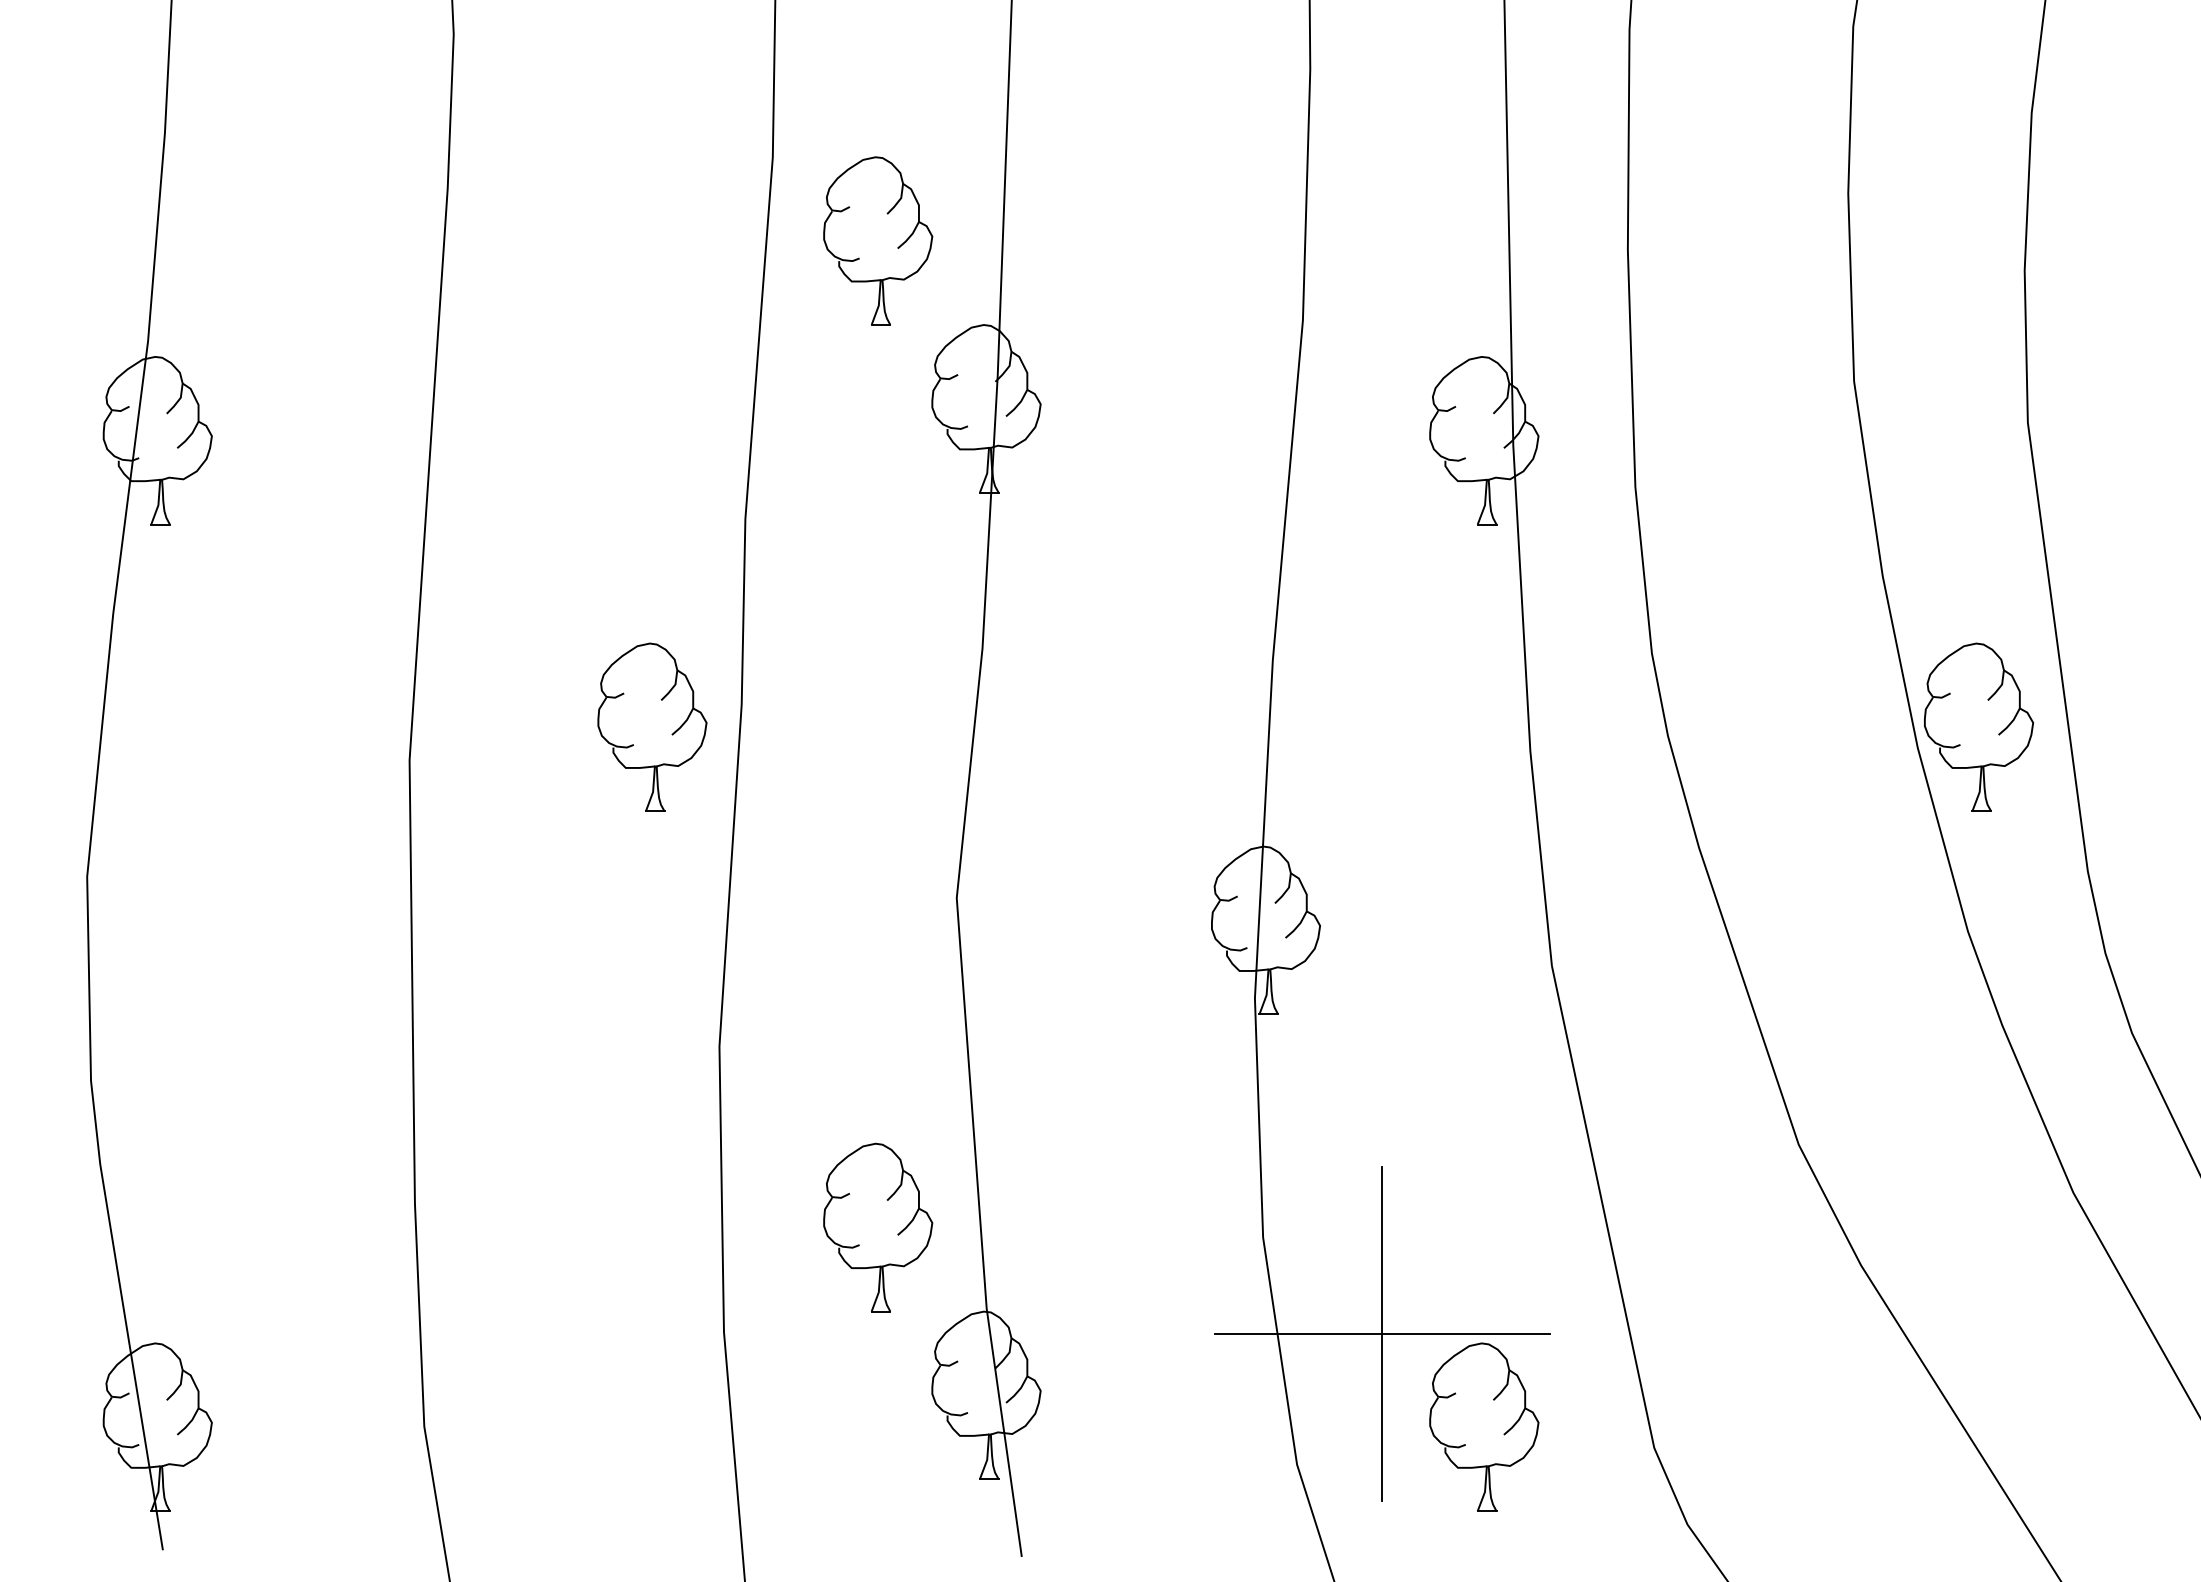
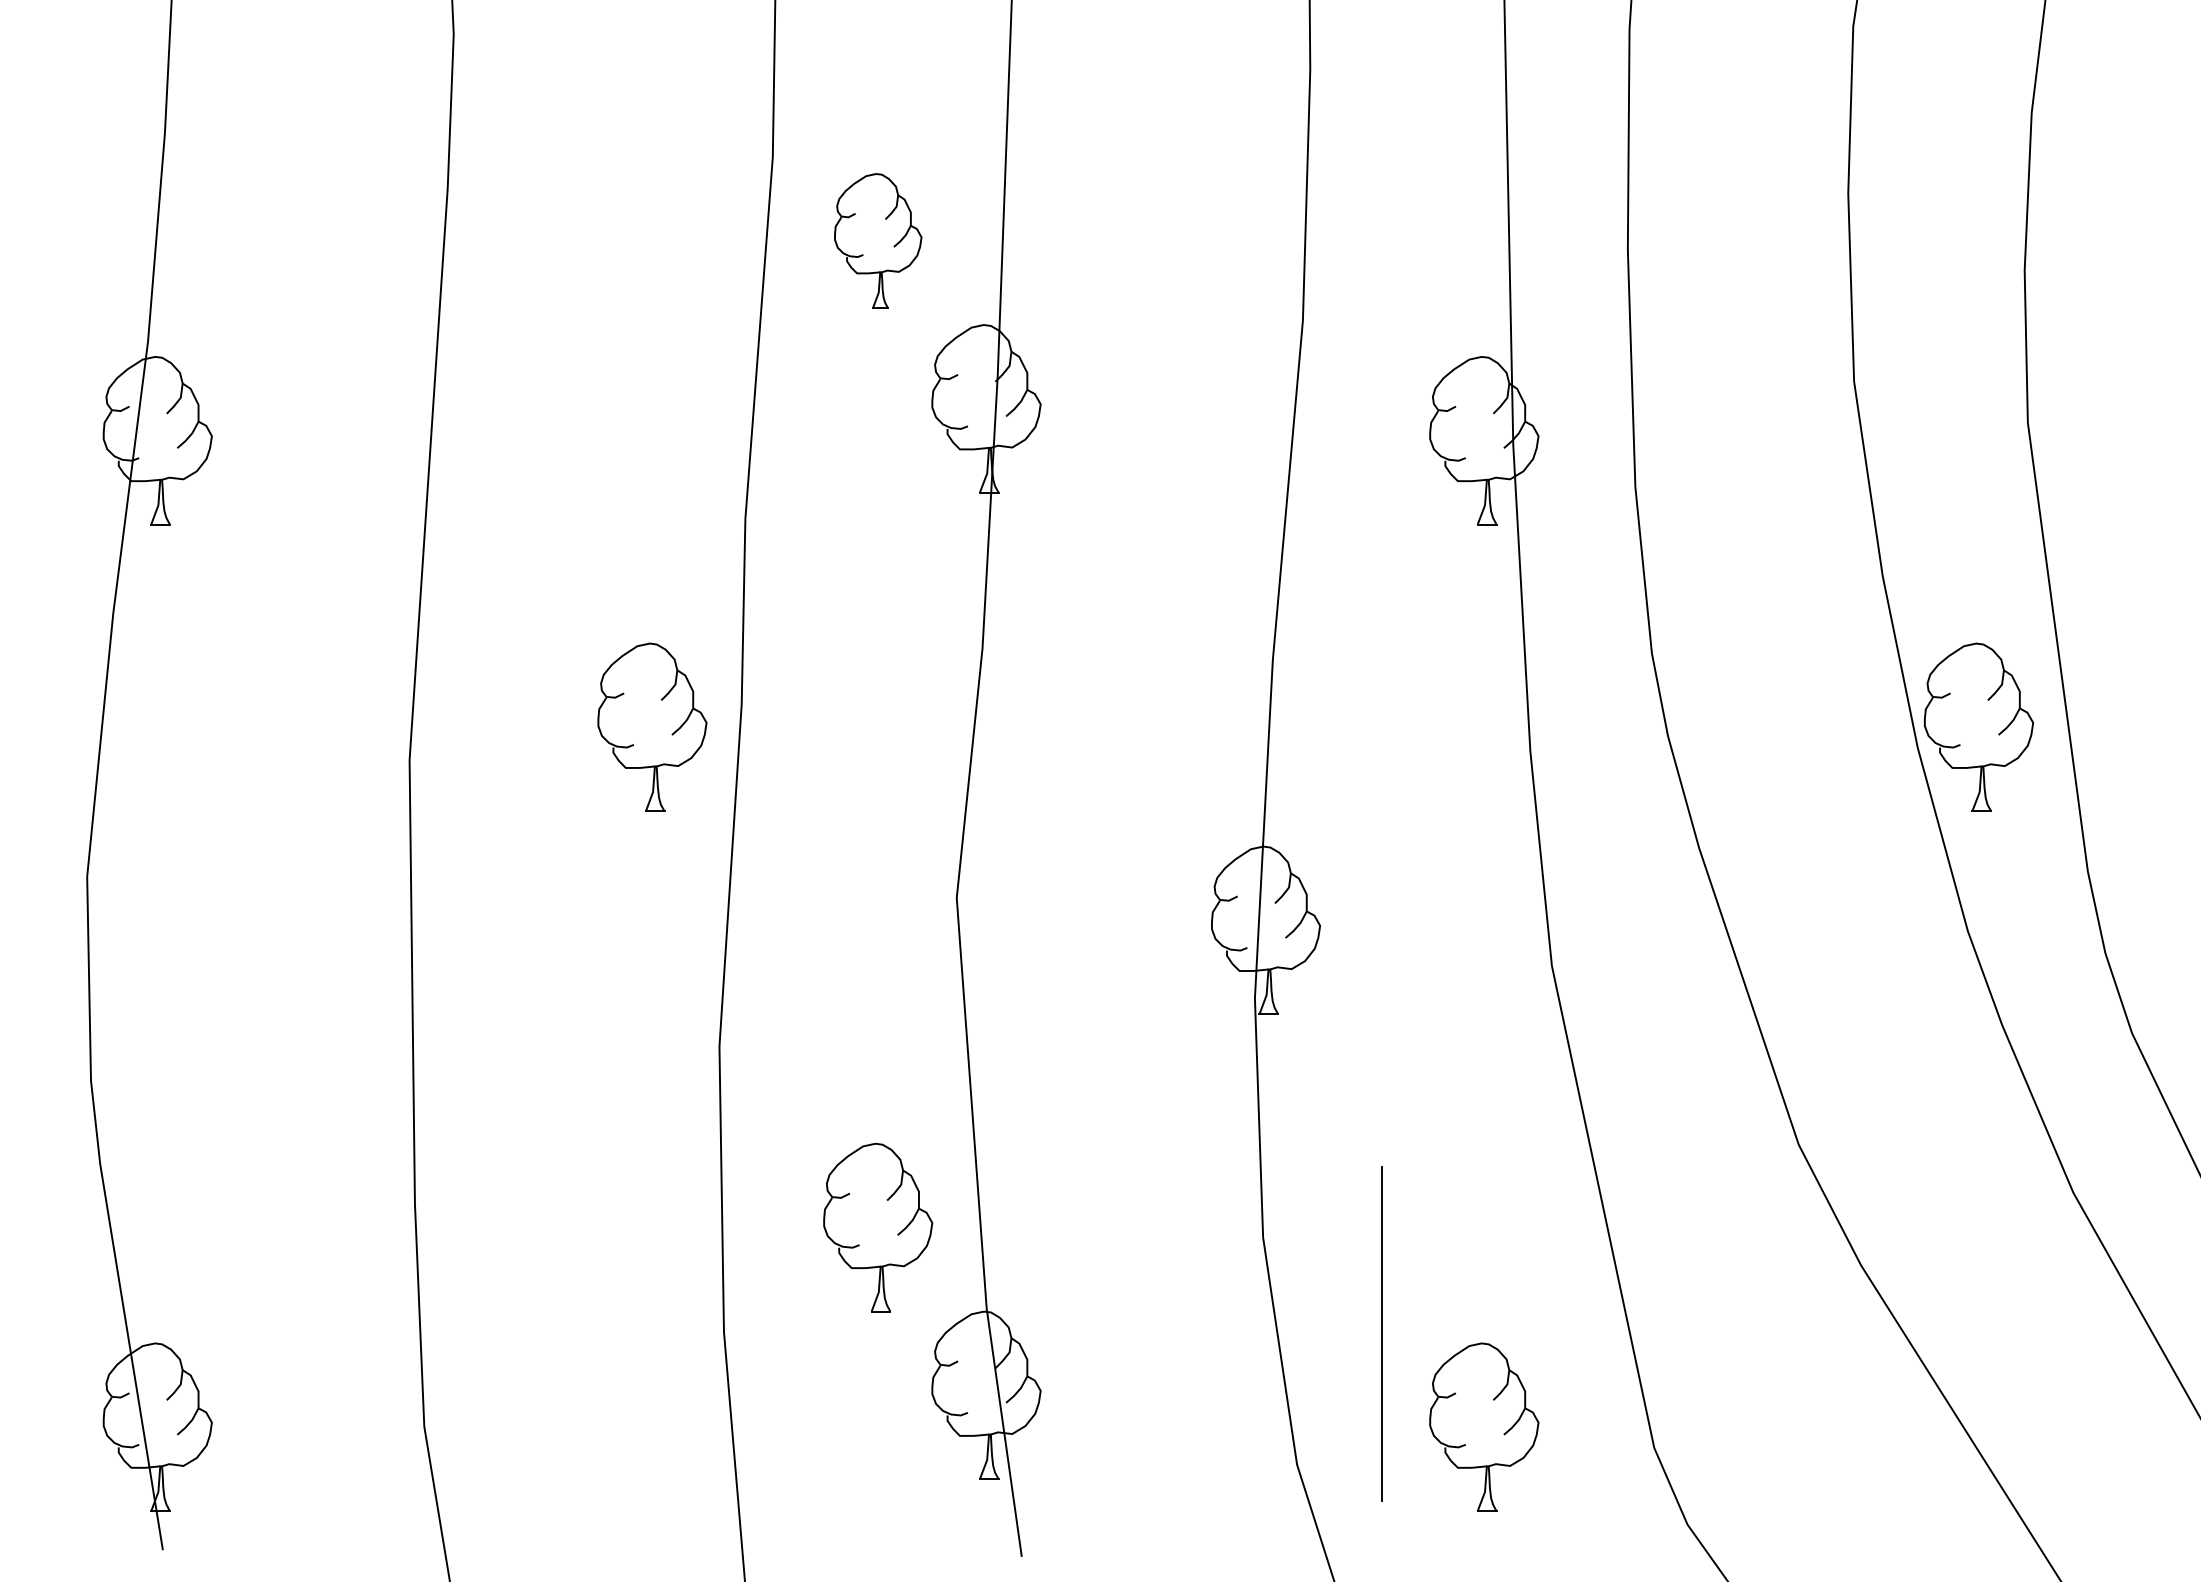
part at (878, 240) size: 111x170 px -> 89x136 px
line at (1382, 1334): present -> none
